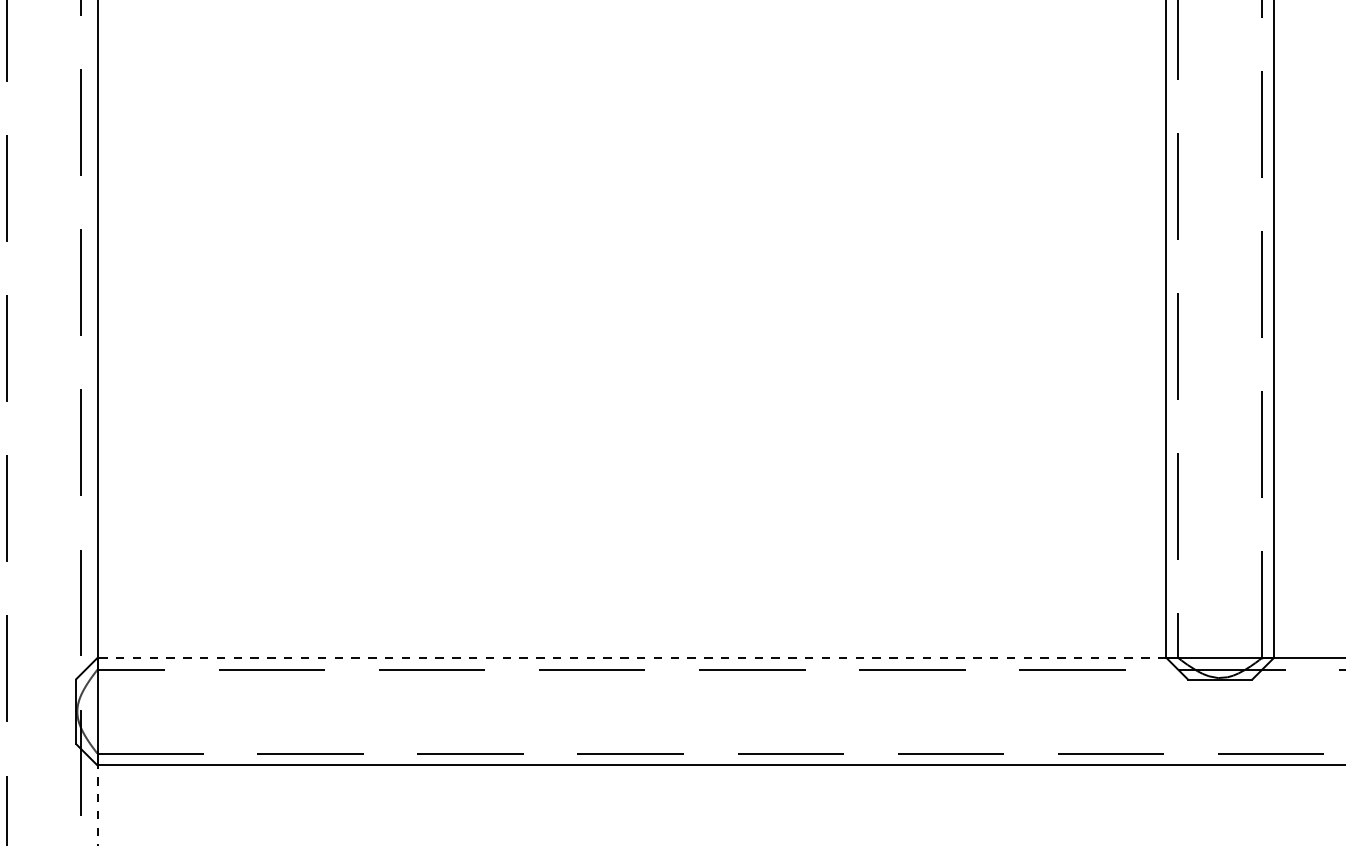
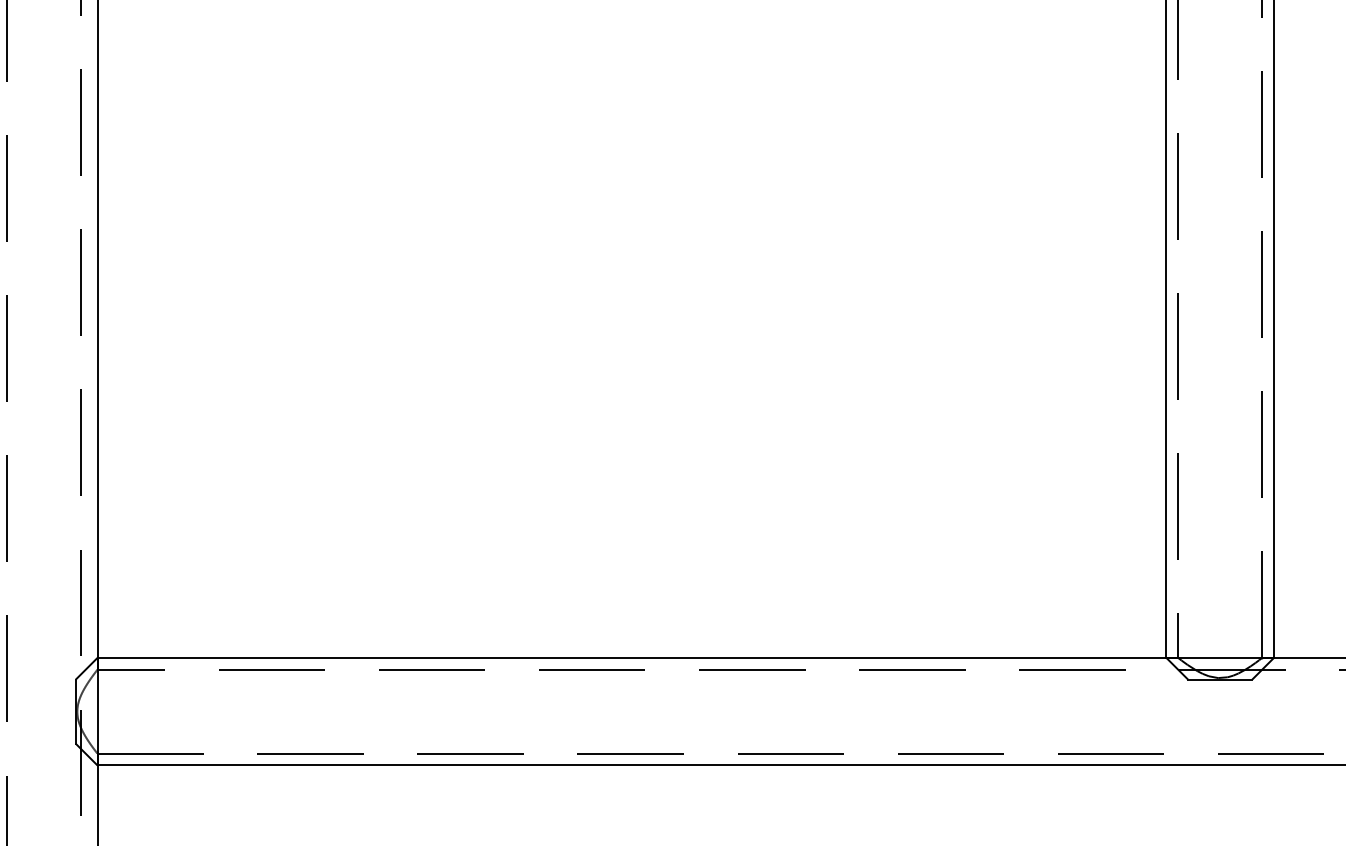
line at (631, 657): dashed -> solid
line at (97, 805): dashed -> solid
